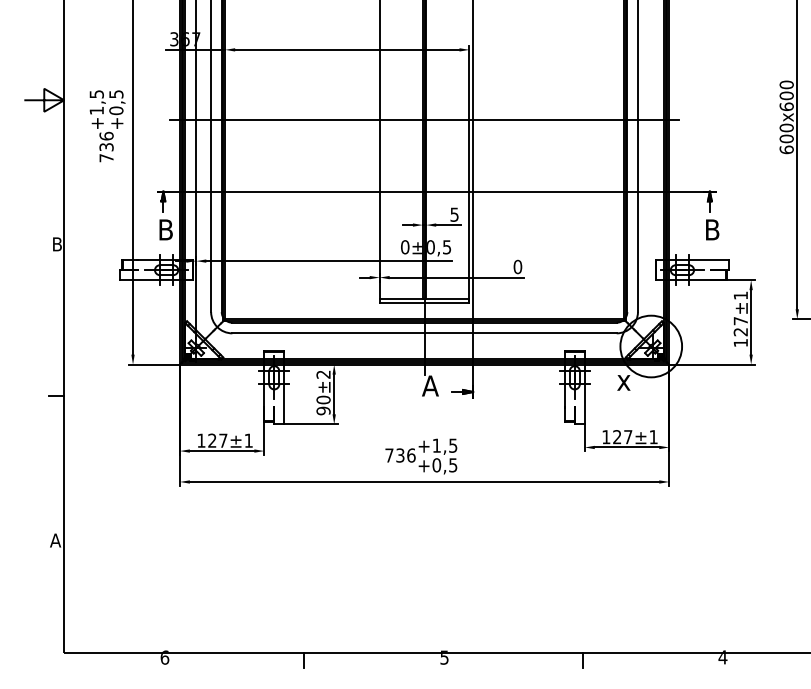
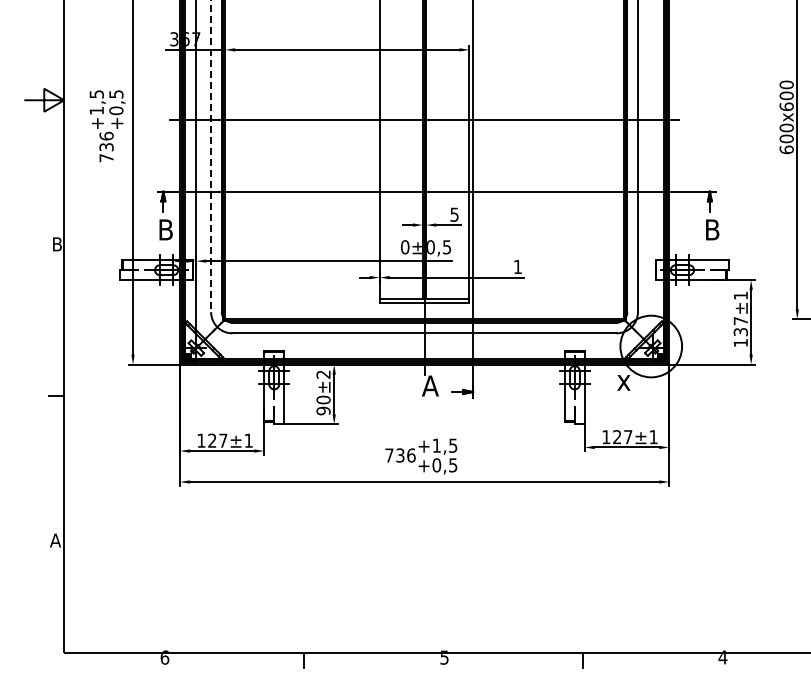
line at (211, 156): solid -> dashed
text at (517, 266): 0 -> 1
text at (740, 332): 127 -> 137
